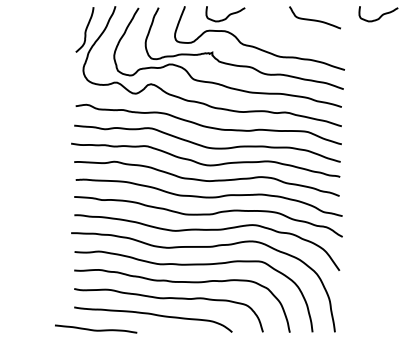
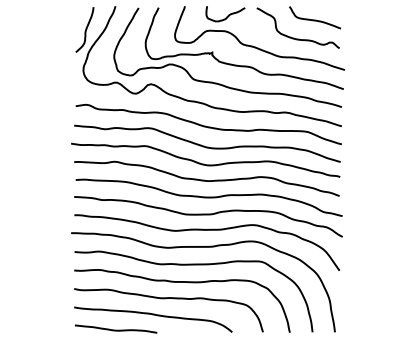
curve at (380, 15): present -> none
curve at (294, 37): none -> present
curve at (96, 329) position: (96, 329) -> (116, 329)
